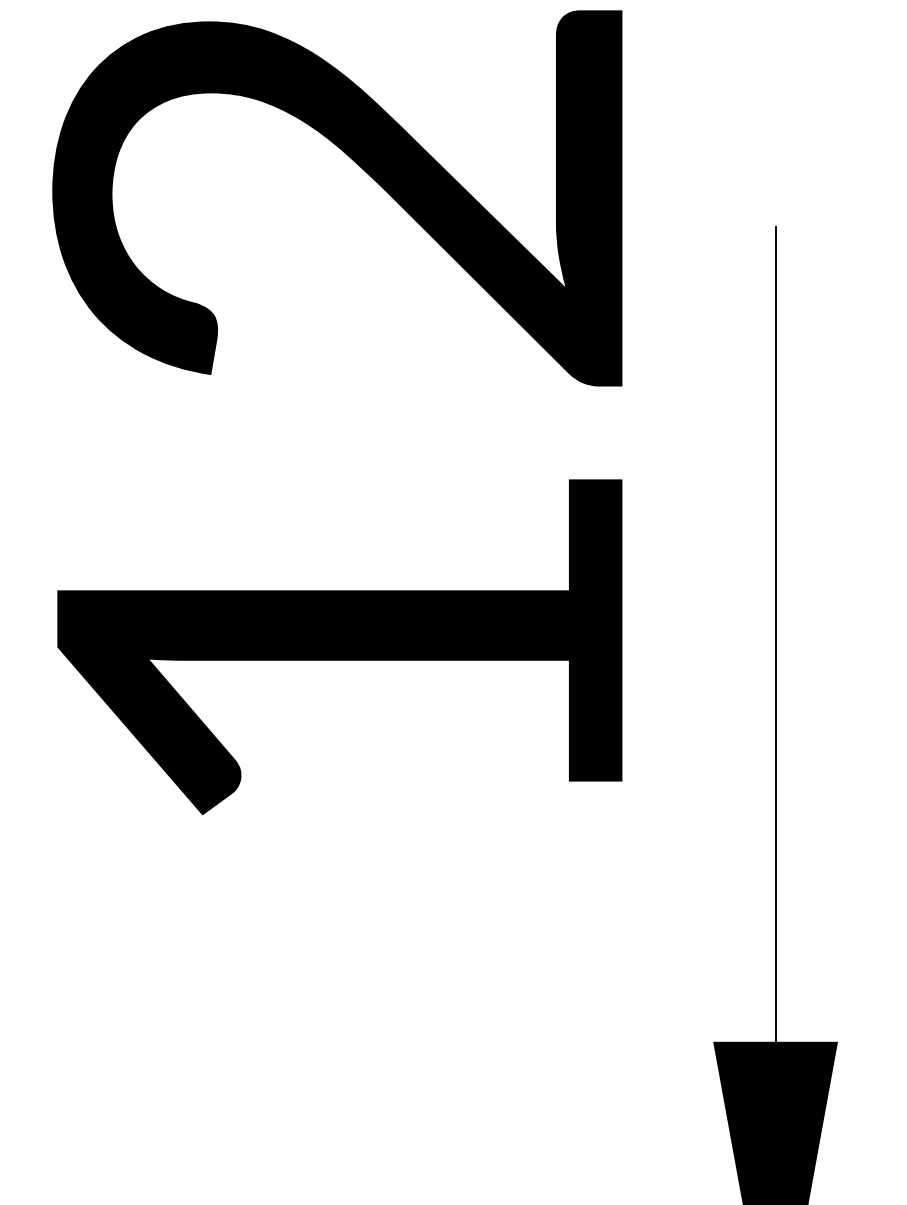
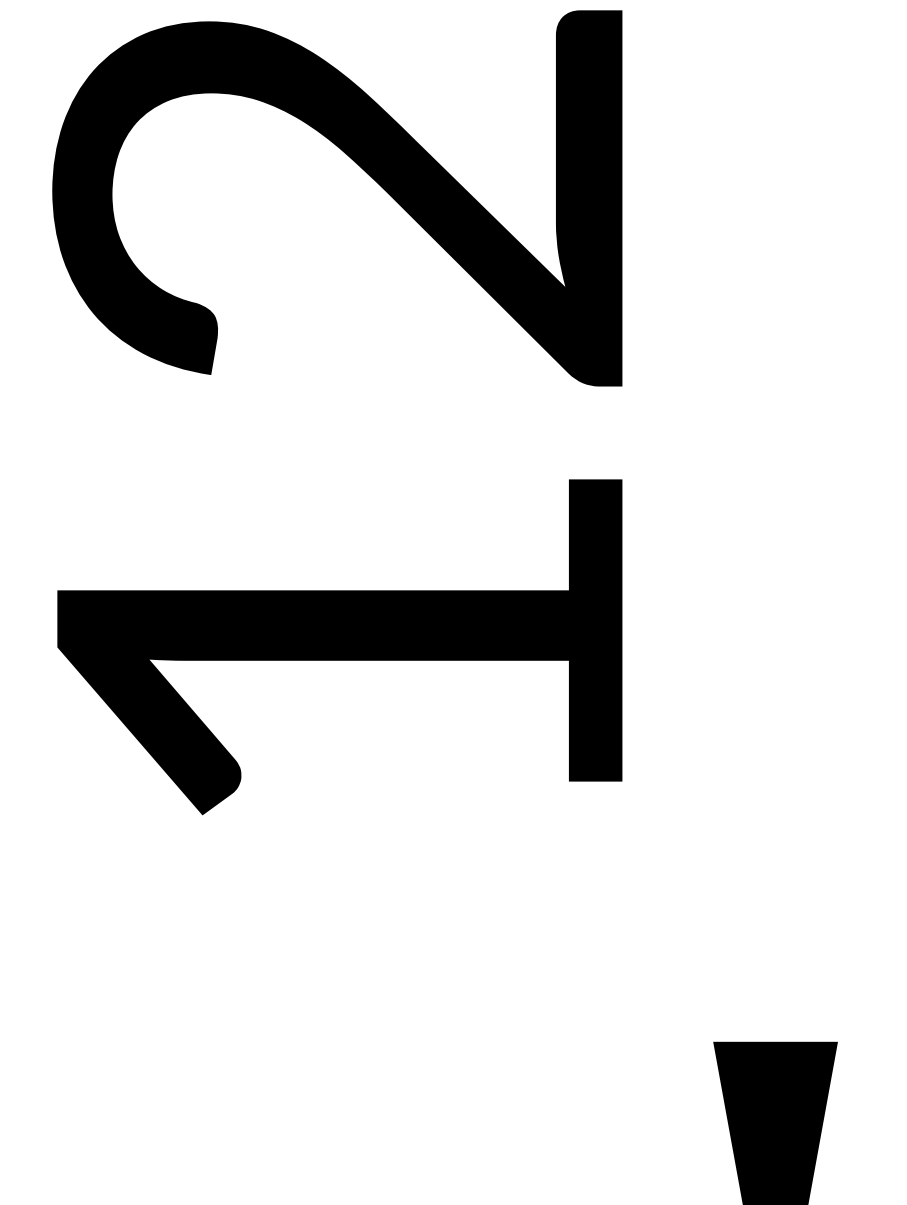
line at (775, 713): present -> none
